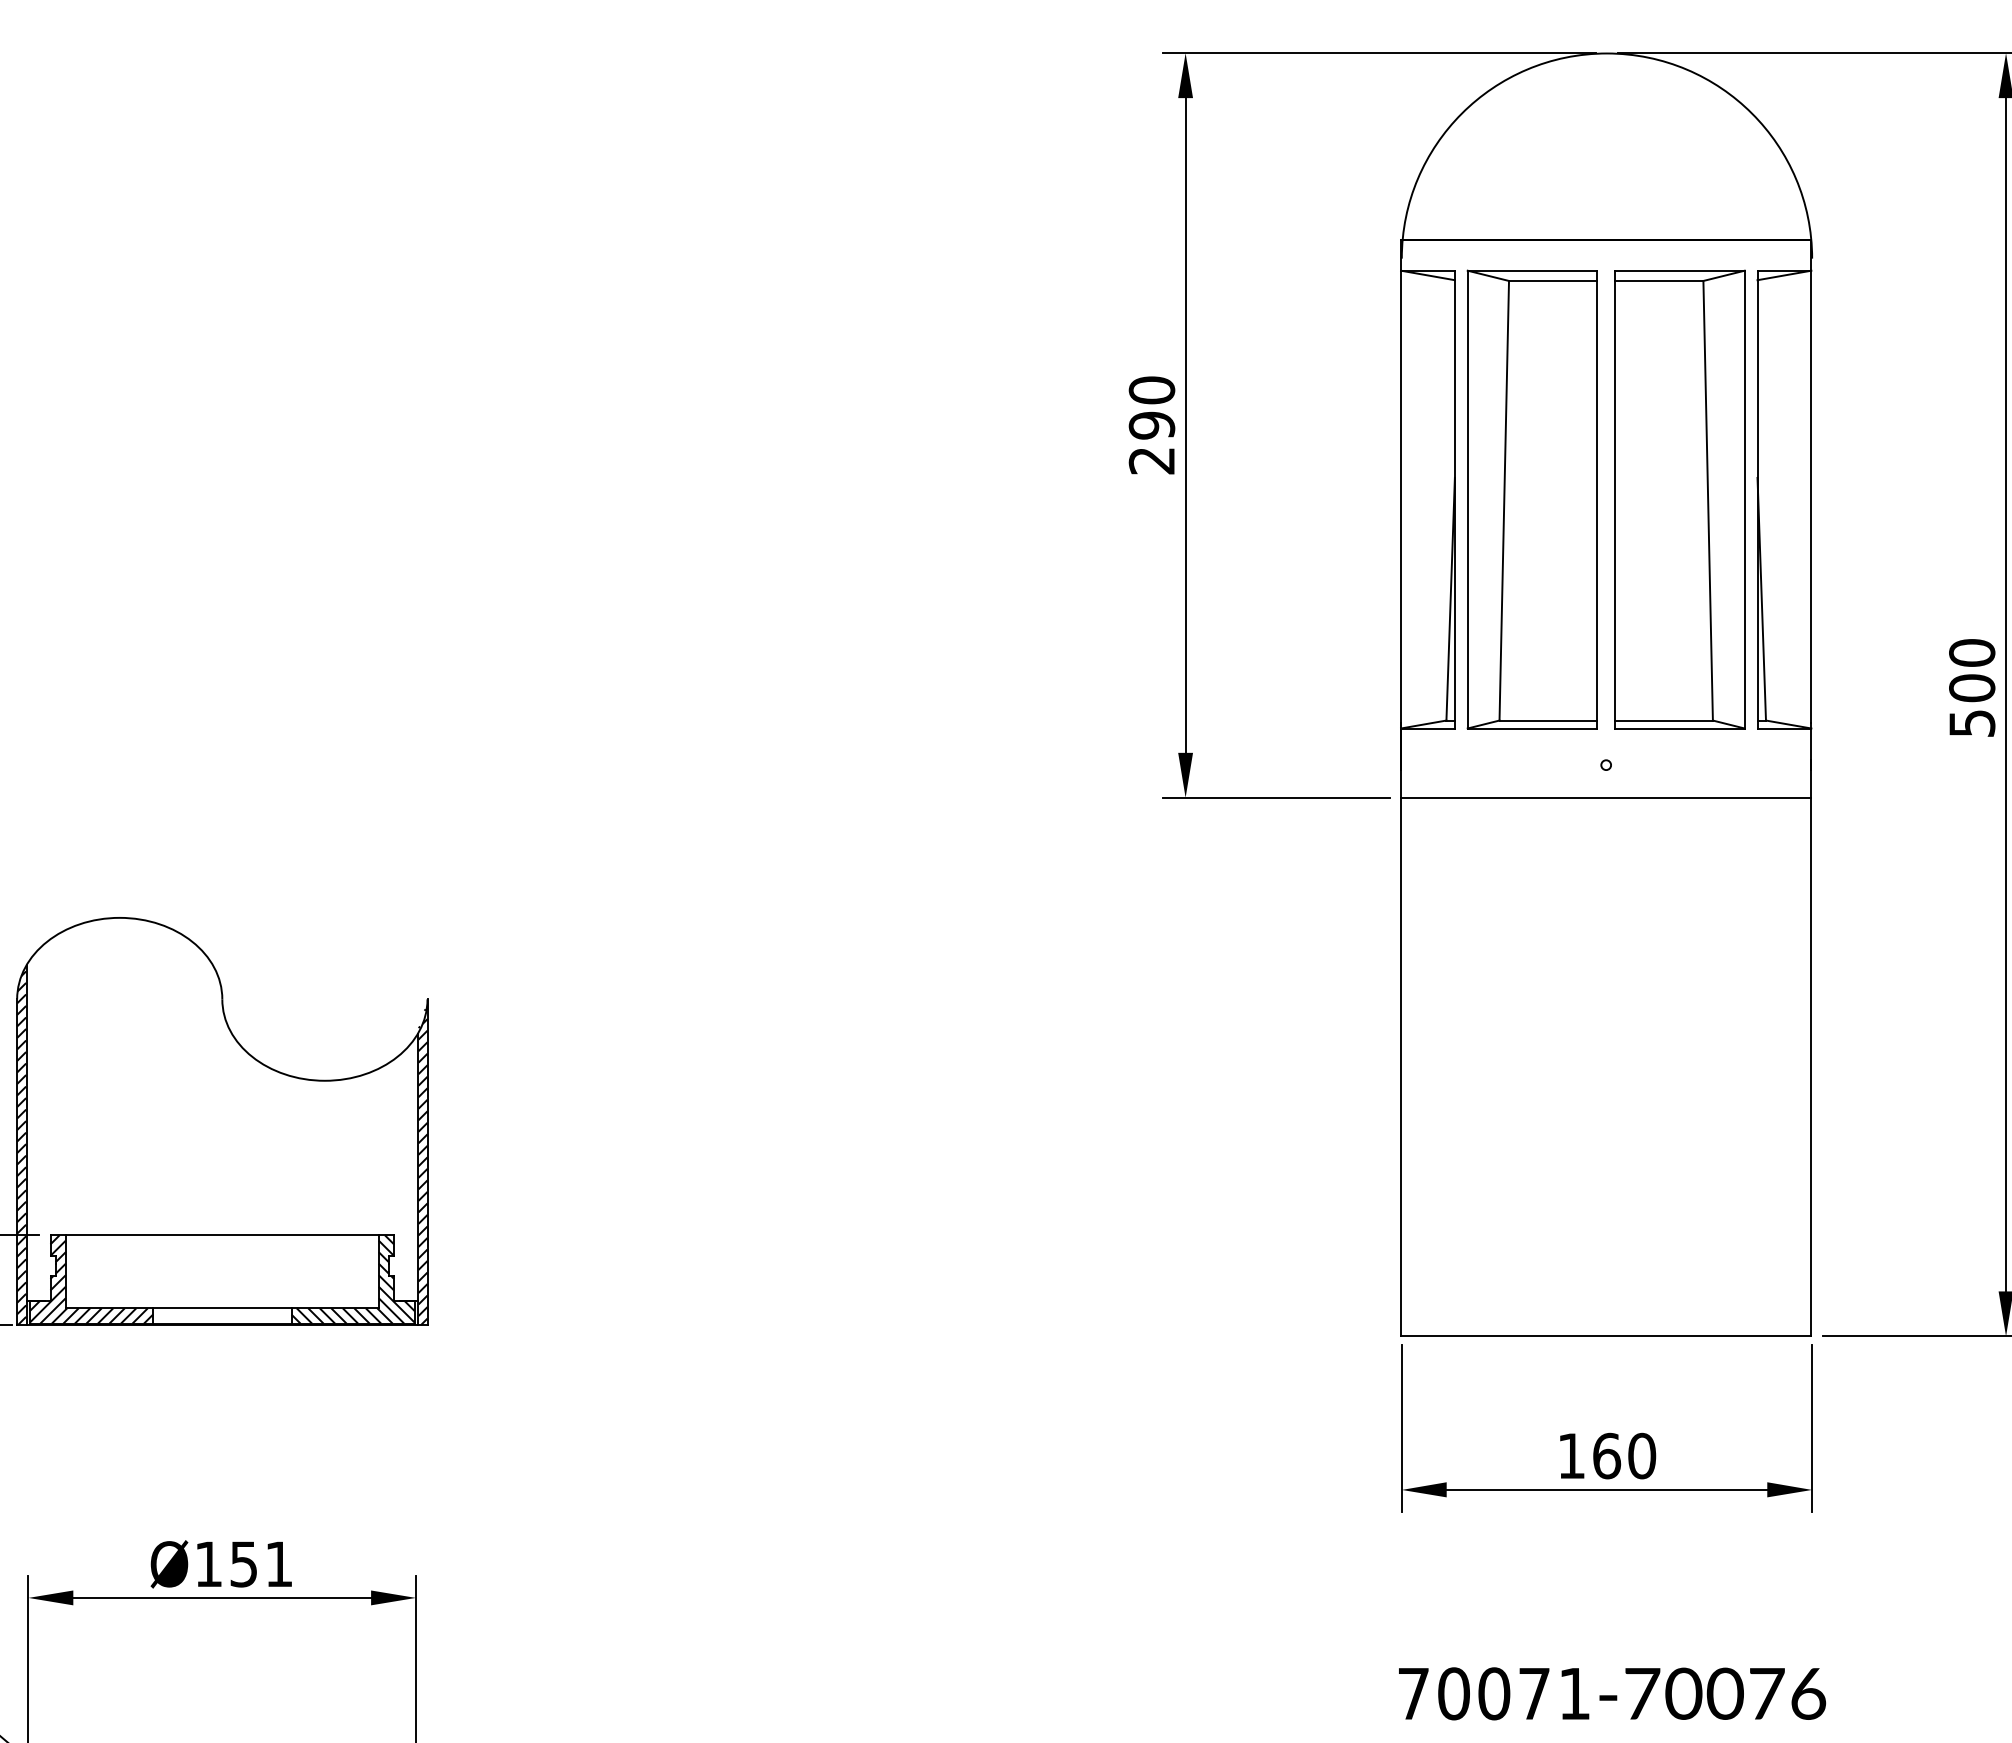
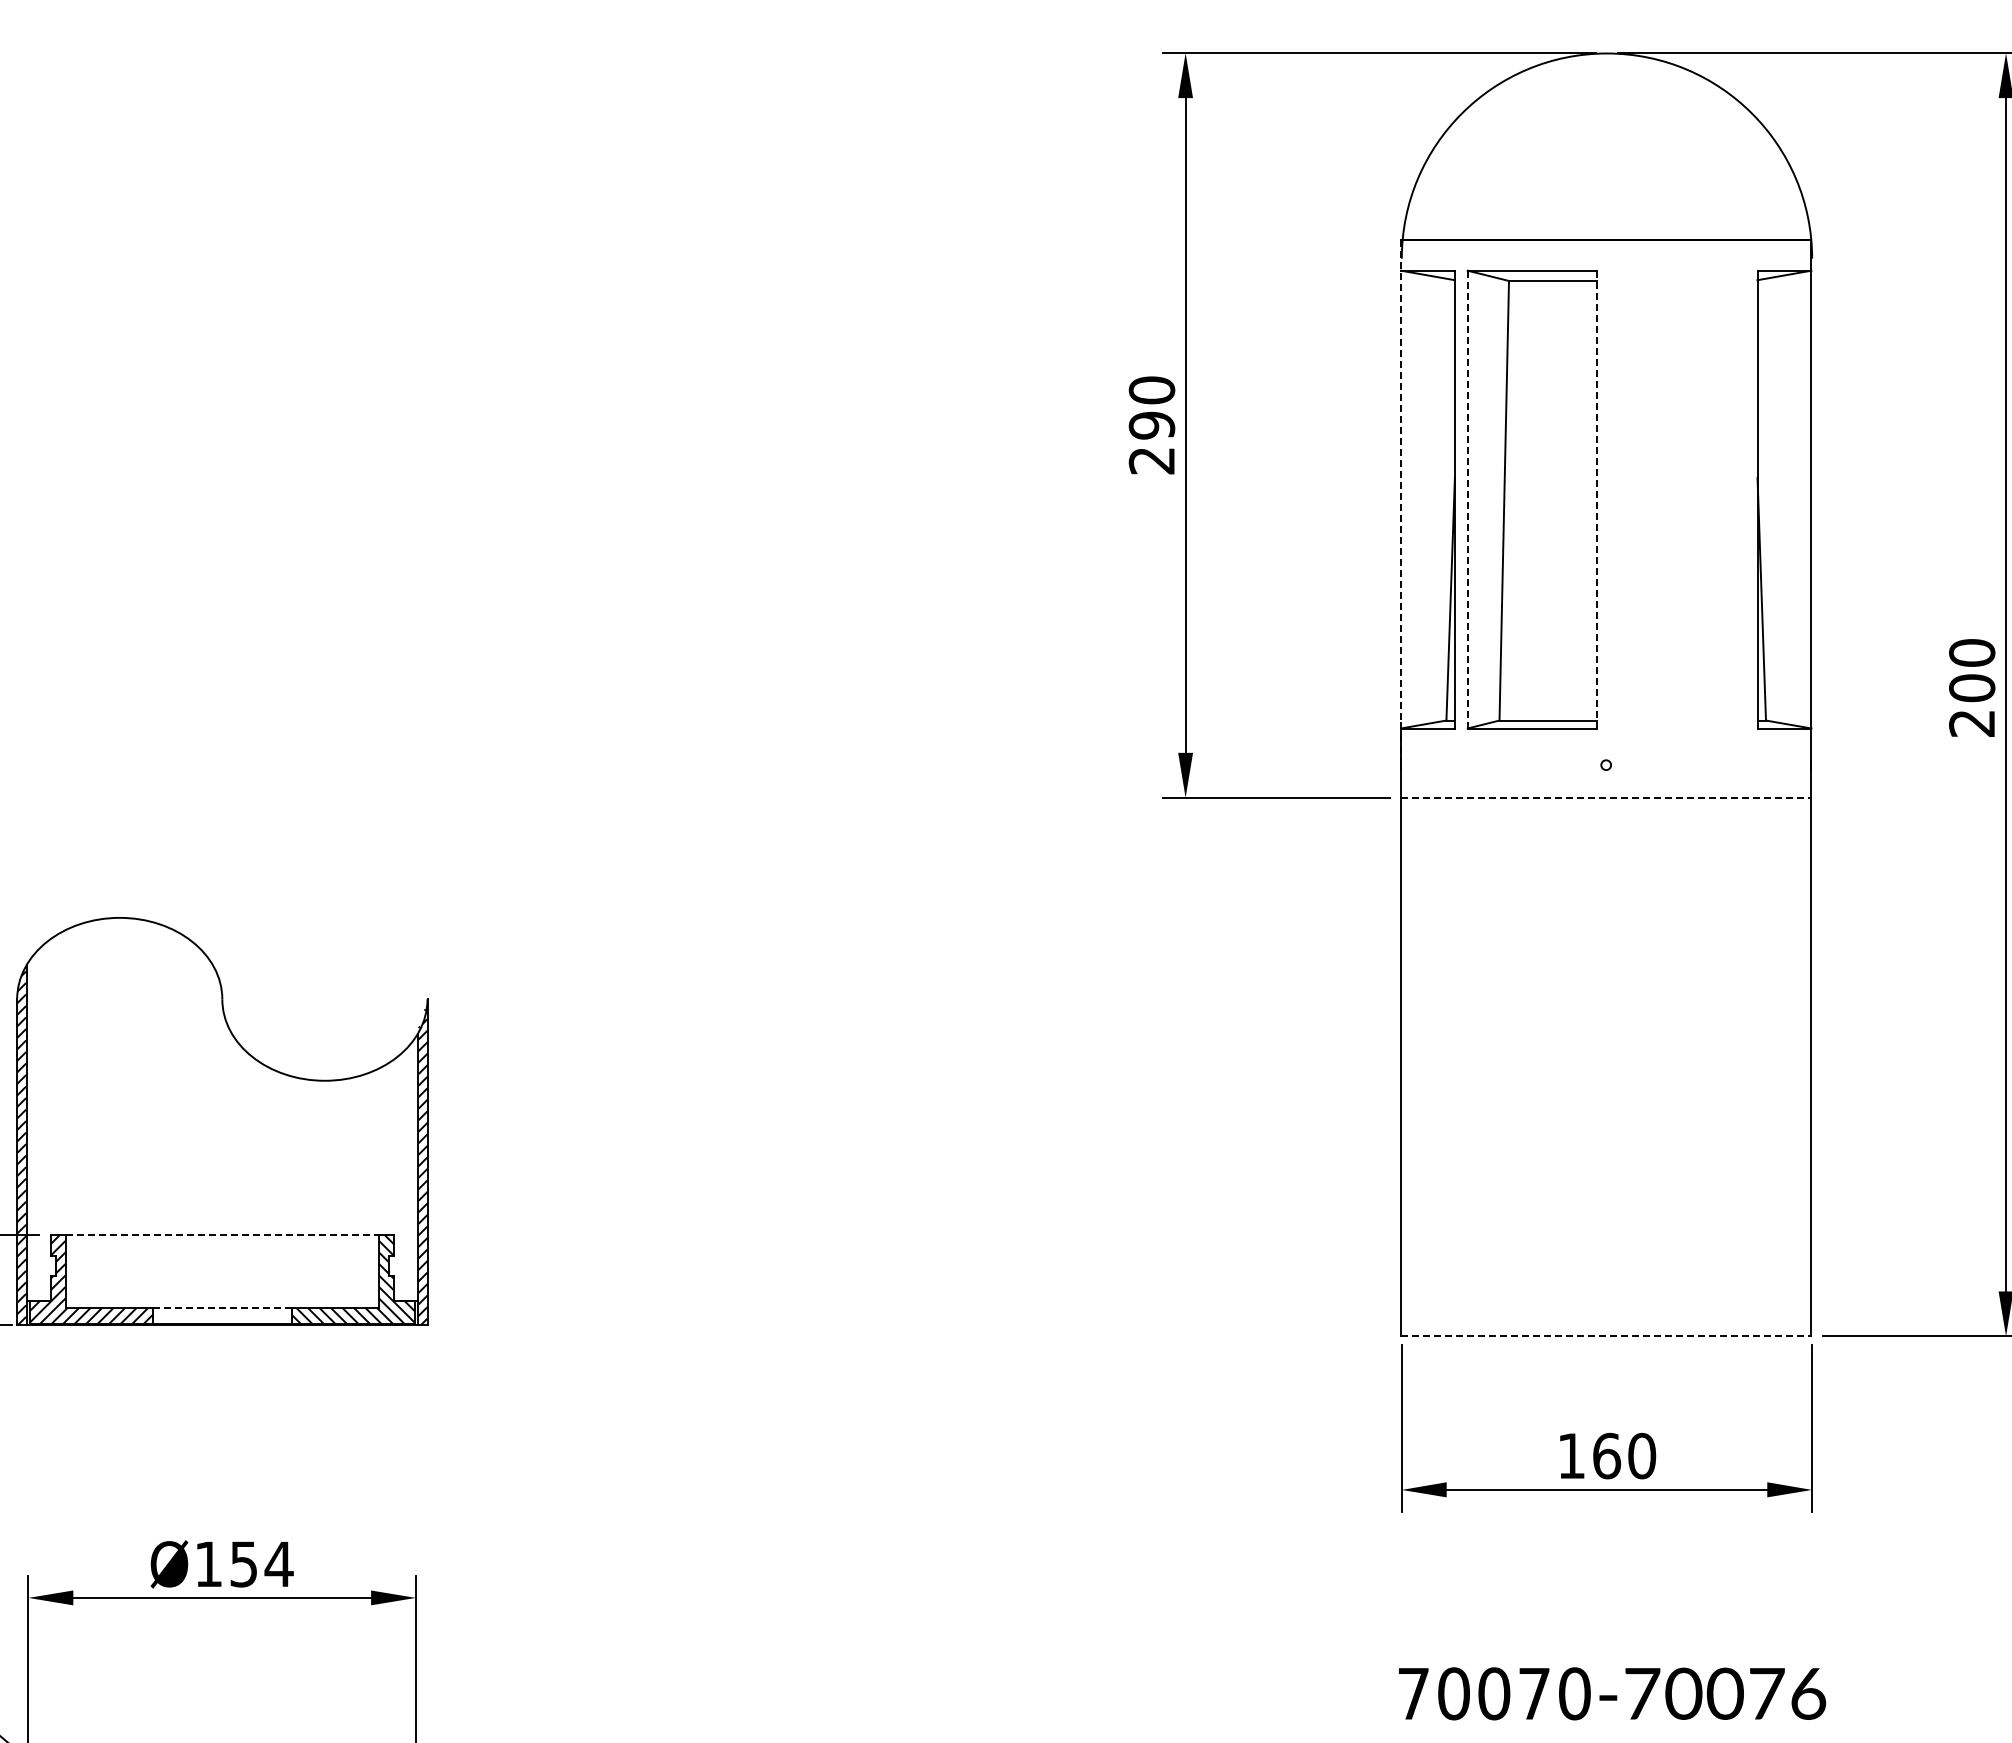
line at (1467, 499): solid -> dashed
line at (1596, 499): solid -> dashed
part at (1679, 499): present -> none
line at (1401, 500): solid -> dashed
text at (1972, 723): 500 -> 200
line at (1606, 797): solid -> dashed
line at (222, 1235): solid -> dashed
line at (222, 1308): solid -> dashed
line at (1606, 1336): solid -> dashed
text at (278, 1563): Ø151 -> Ø154
text at (1574, 1693): 70071 -> 70070
